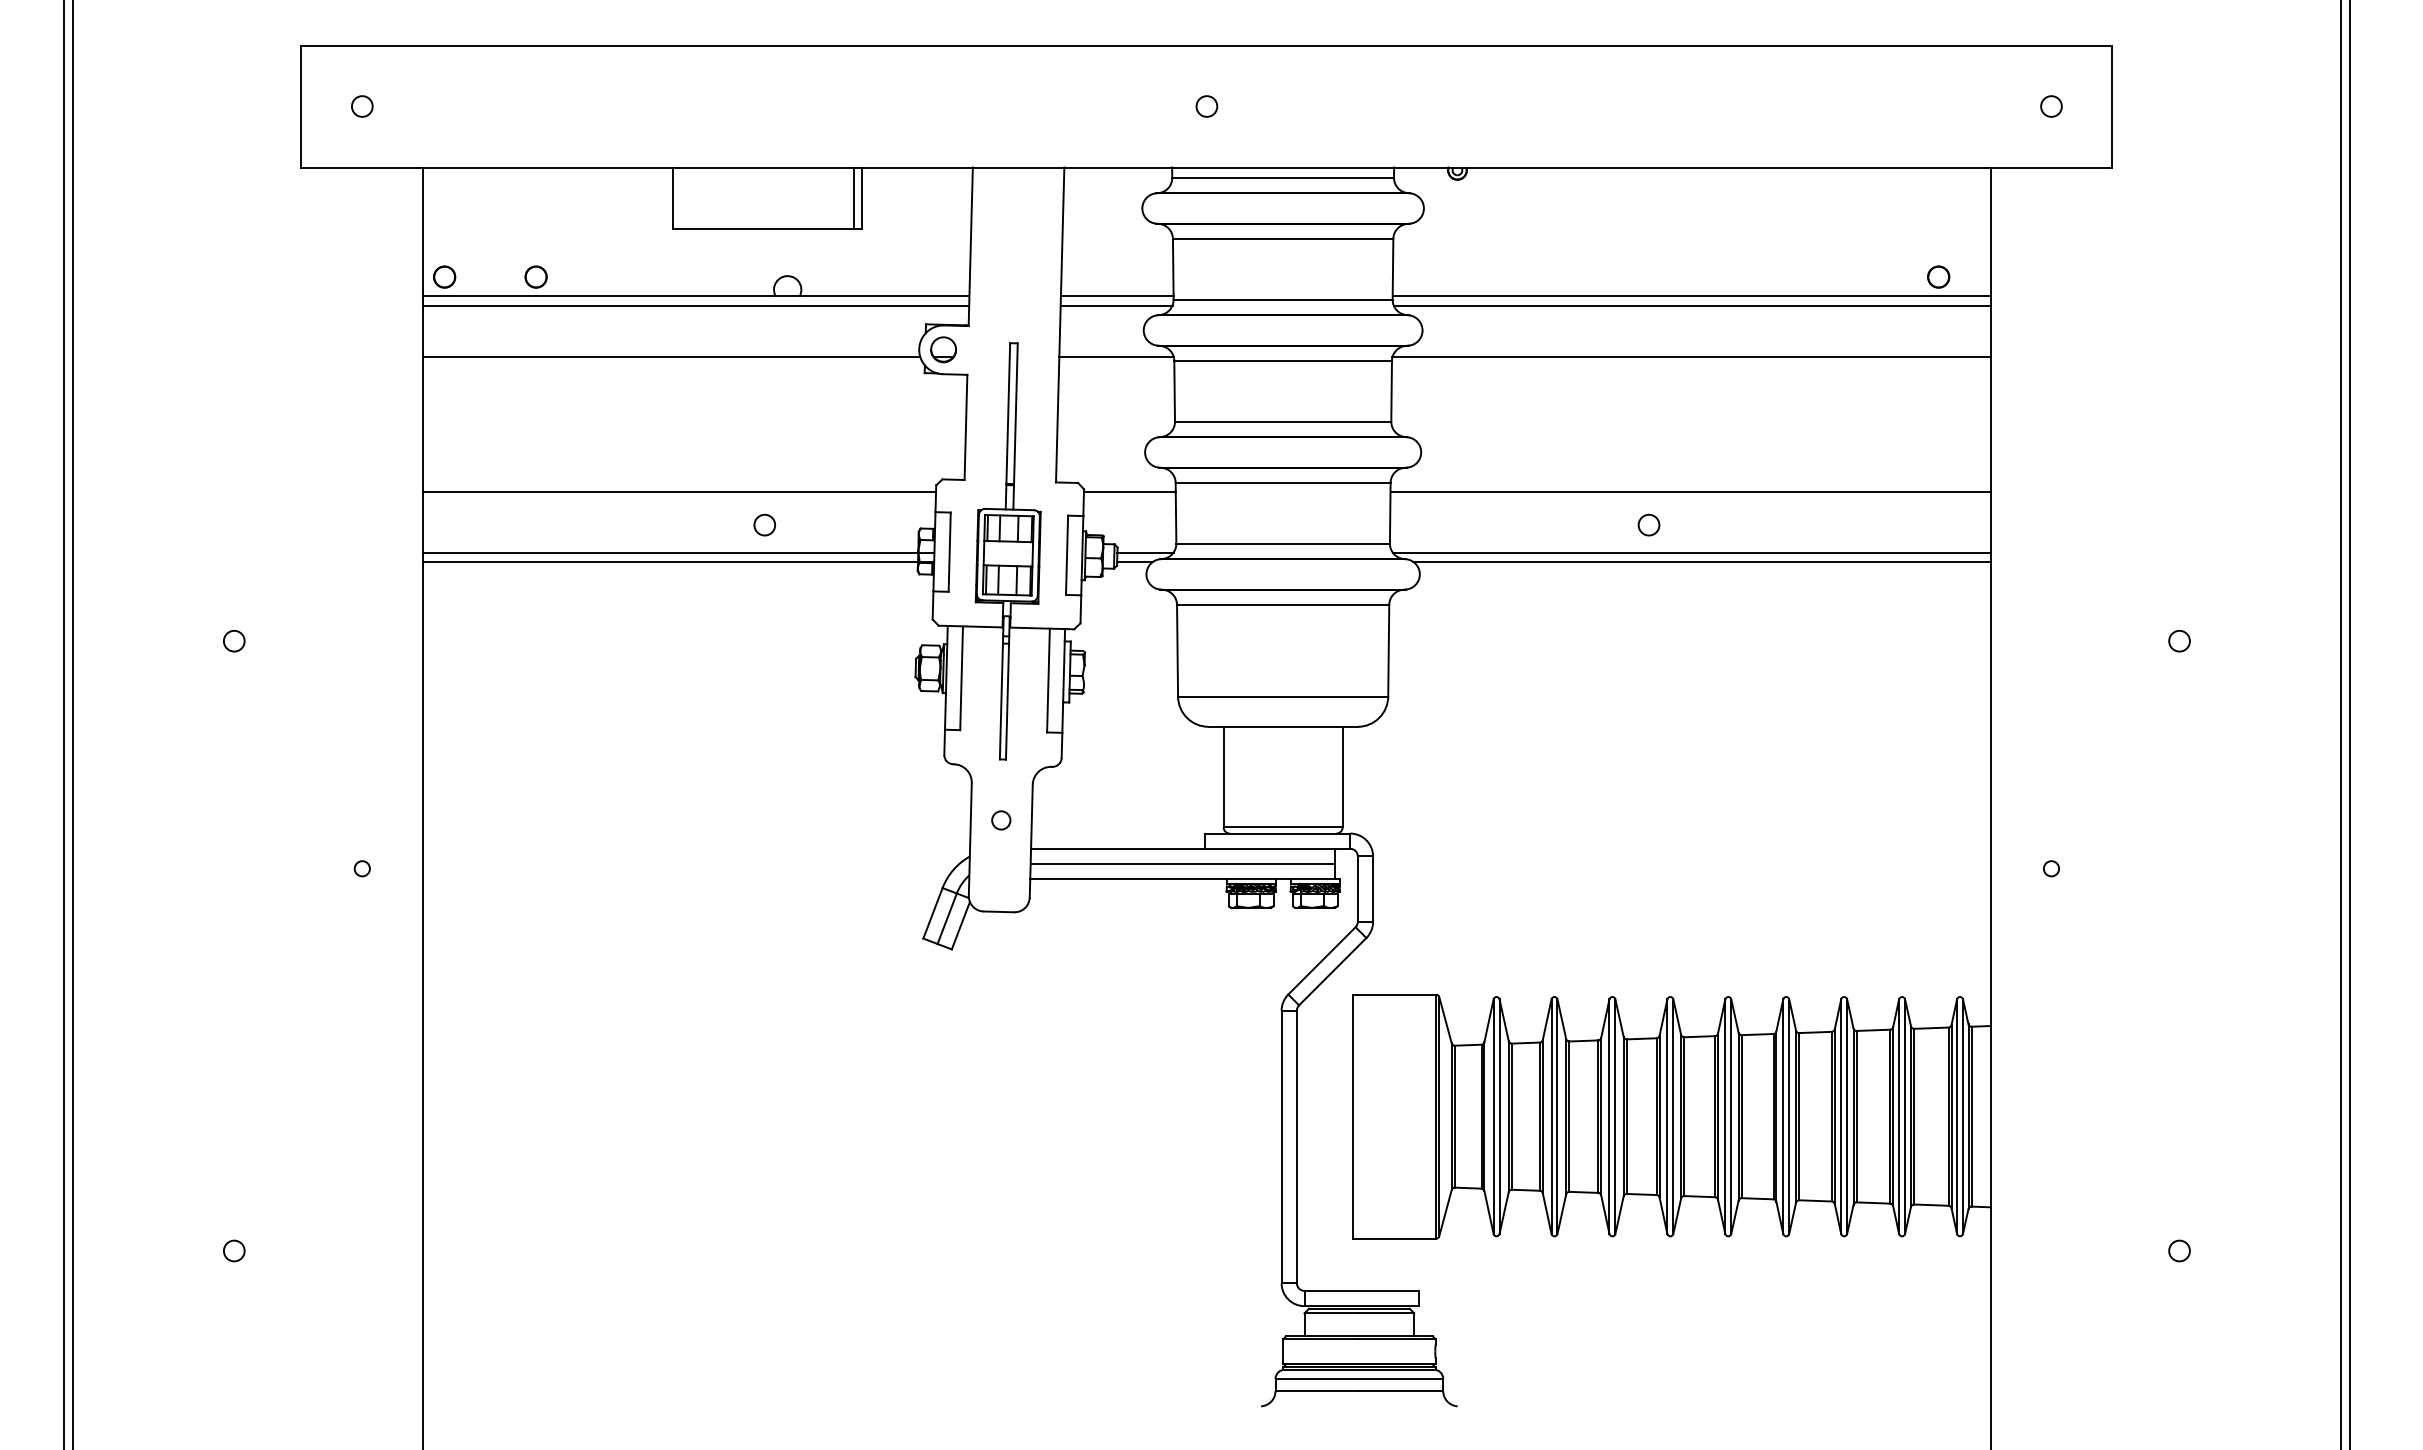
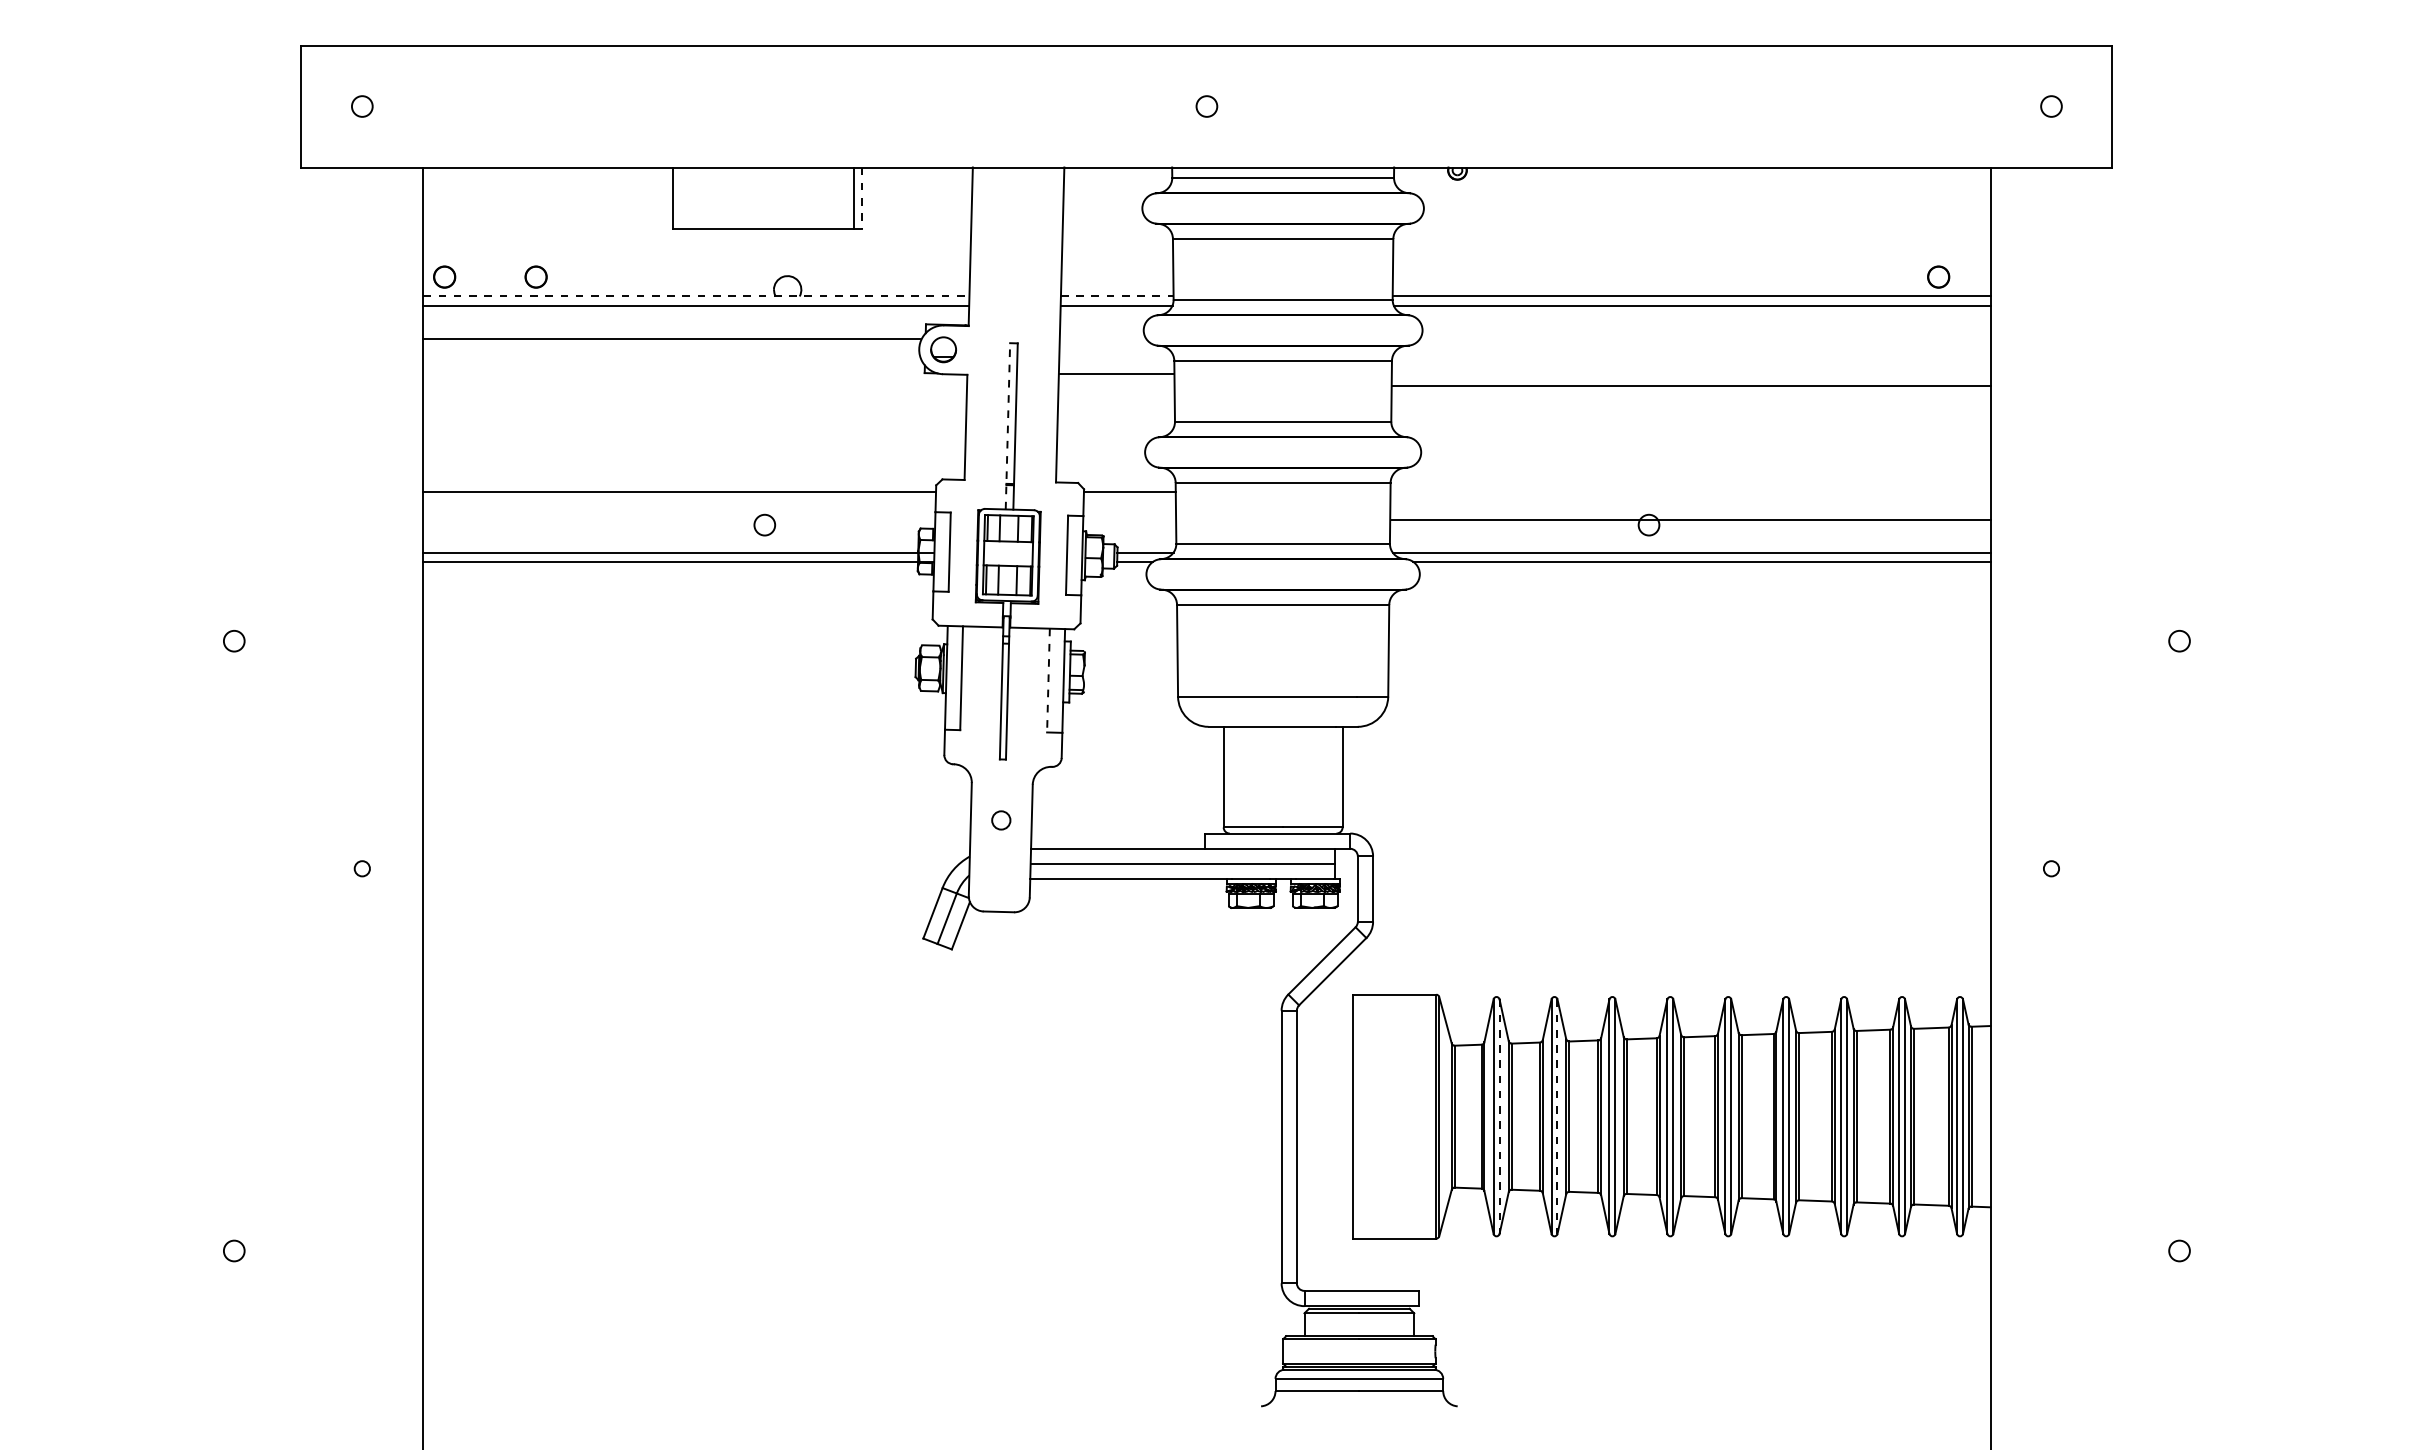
line at (861, 198): solid -> dashed
line at (696, 296): solid -> dashed
line at (1117, 296): solid -> dashed
line at (671, 357) position: (671, 357) -> (671, 339)
line at (1116, 357) position: (1116, 357) -> (1116, 374)
line at (1691, 357) position: (1691, 357) -> (1691, 386)
line at (1007, 425): solid -> dashed
line at (1690, 491) position: (1690, 491) -> (1690, 519)
line at (1048, 680): solid -> dashed
line at (63, 724): present -> none
line at (72, 724): present -> none
line at (2341, 724): present -> none
line at (2350, 724): present -> none
line at (1499, 1117): solid -> dashed
line at (1557, 1117): solid -> dashed
